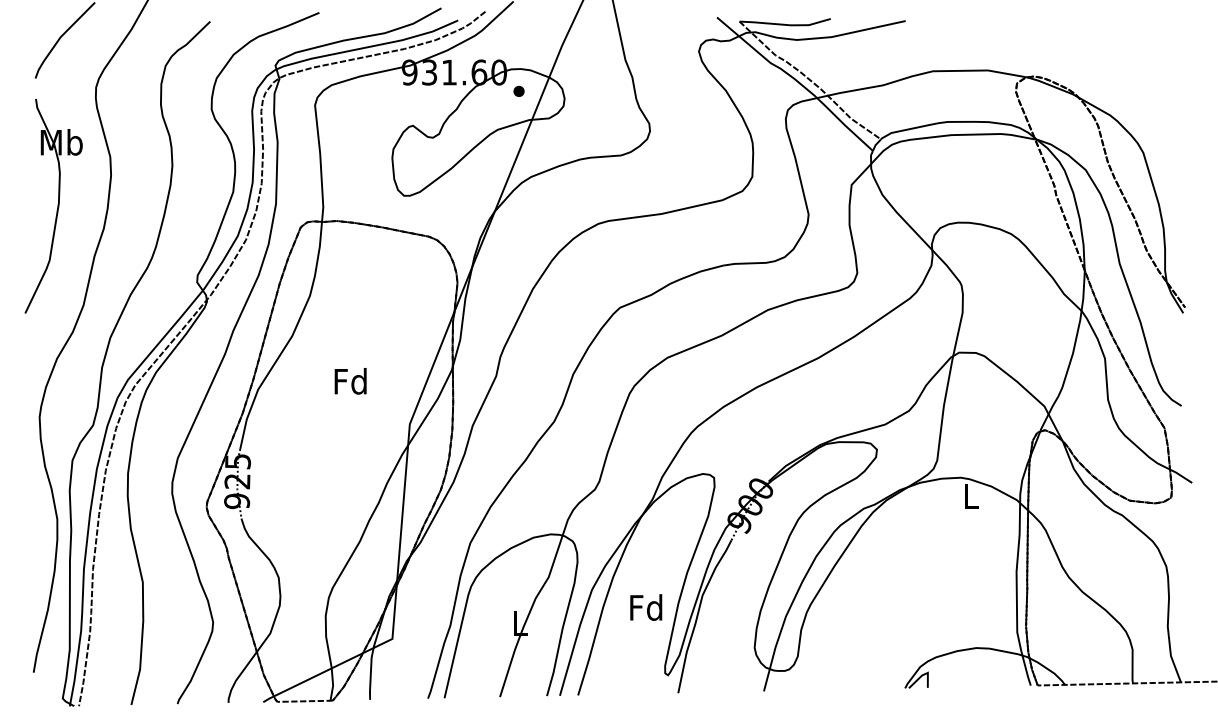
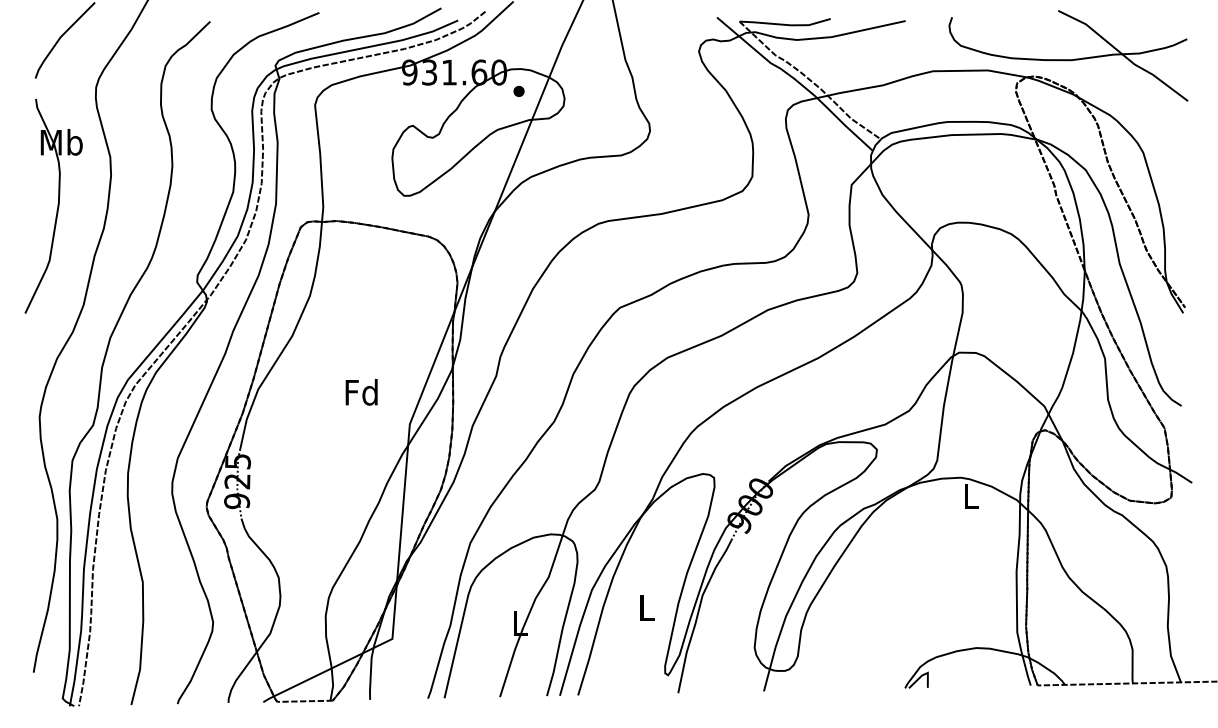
part at (1068, 55): none -> present
text at (350, 381) position: (350, 381) -> (361, 392)
text at (646, 607): Fd -> L
